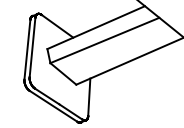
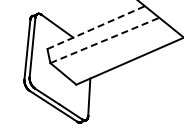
line at (96, 27): solid -> dashed
line at (105, 40): solid -> dashed
